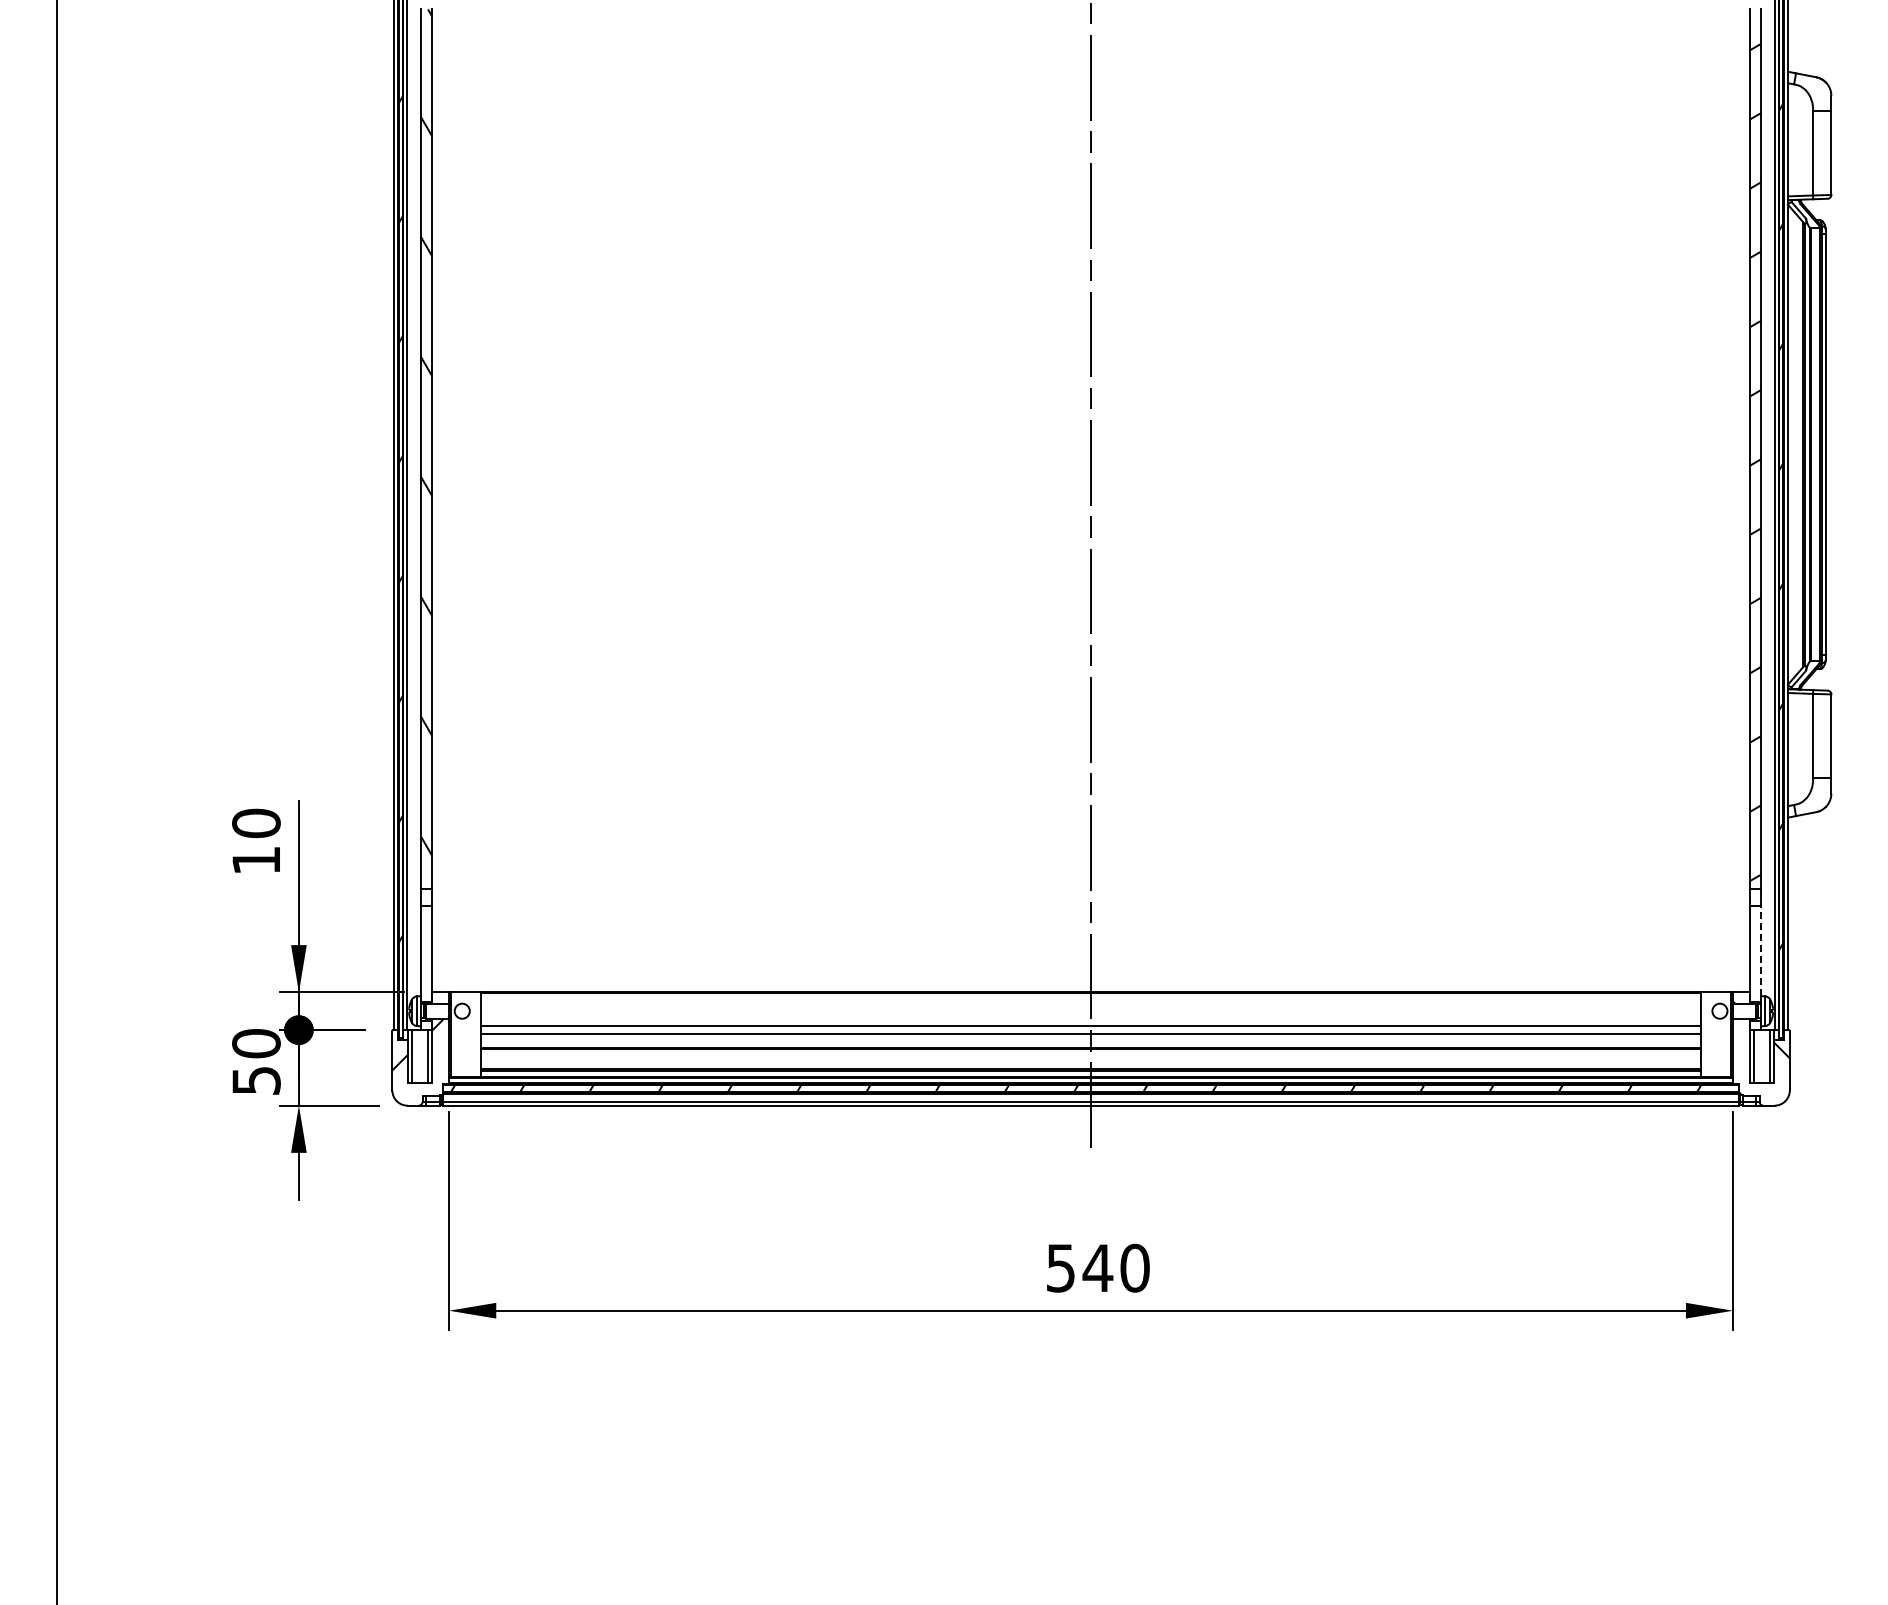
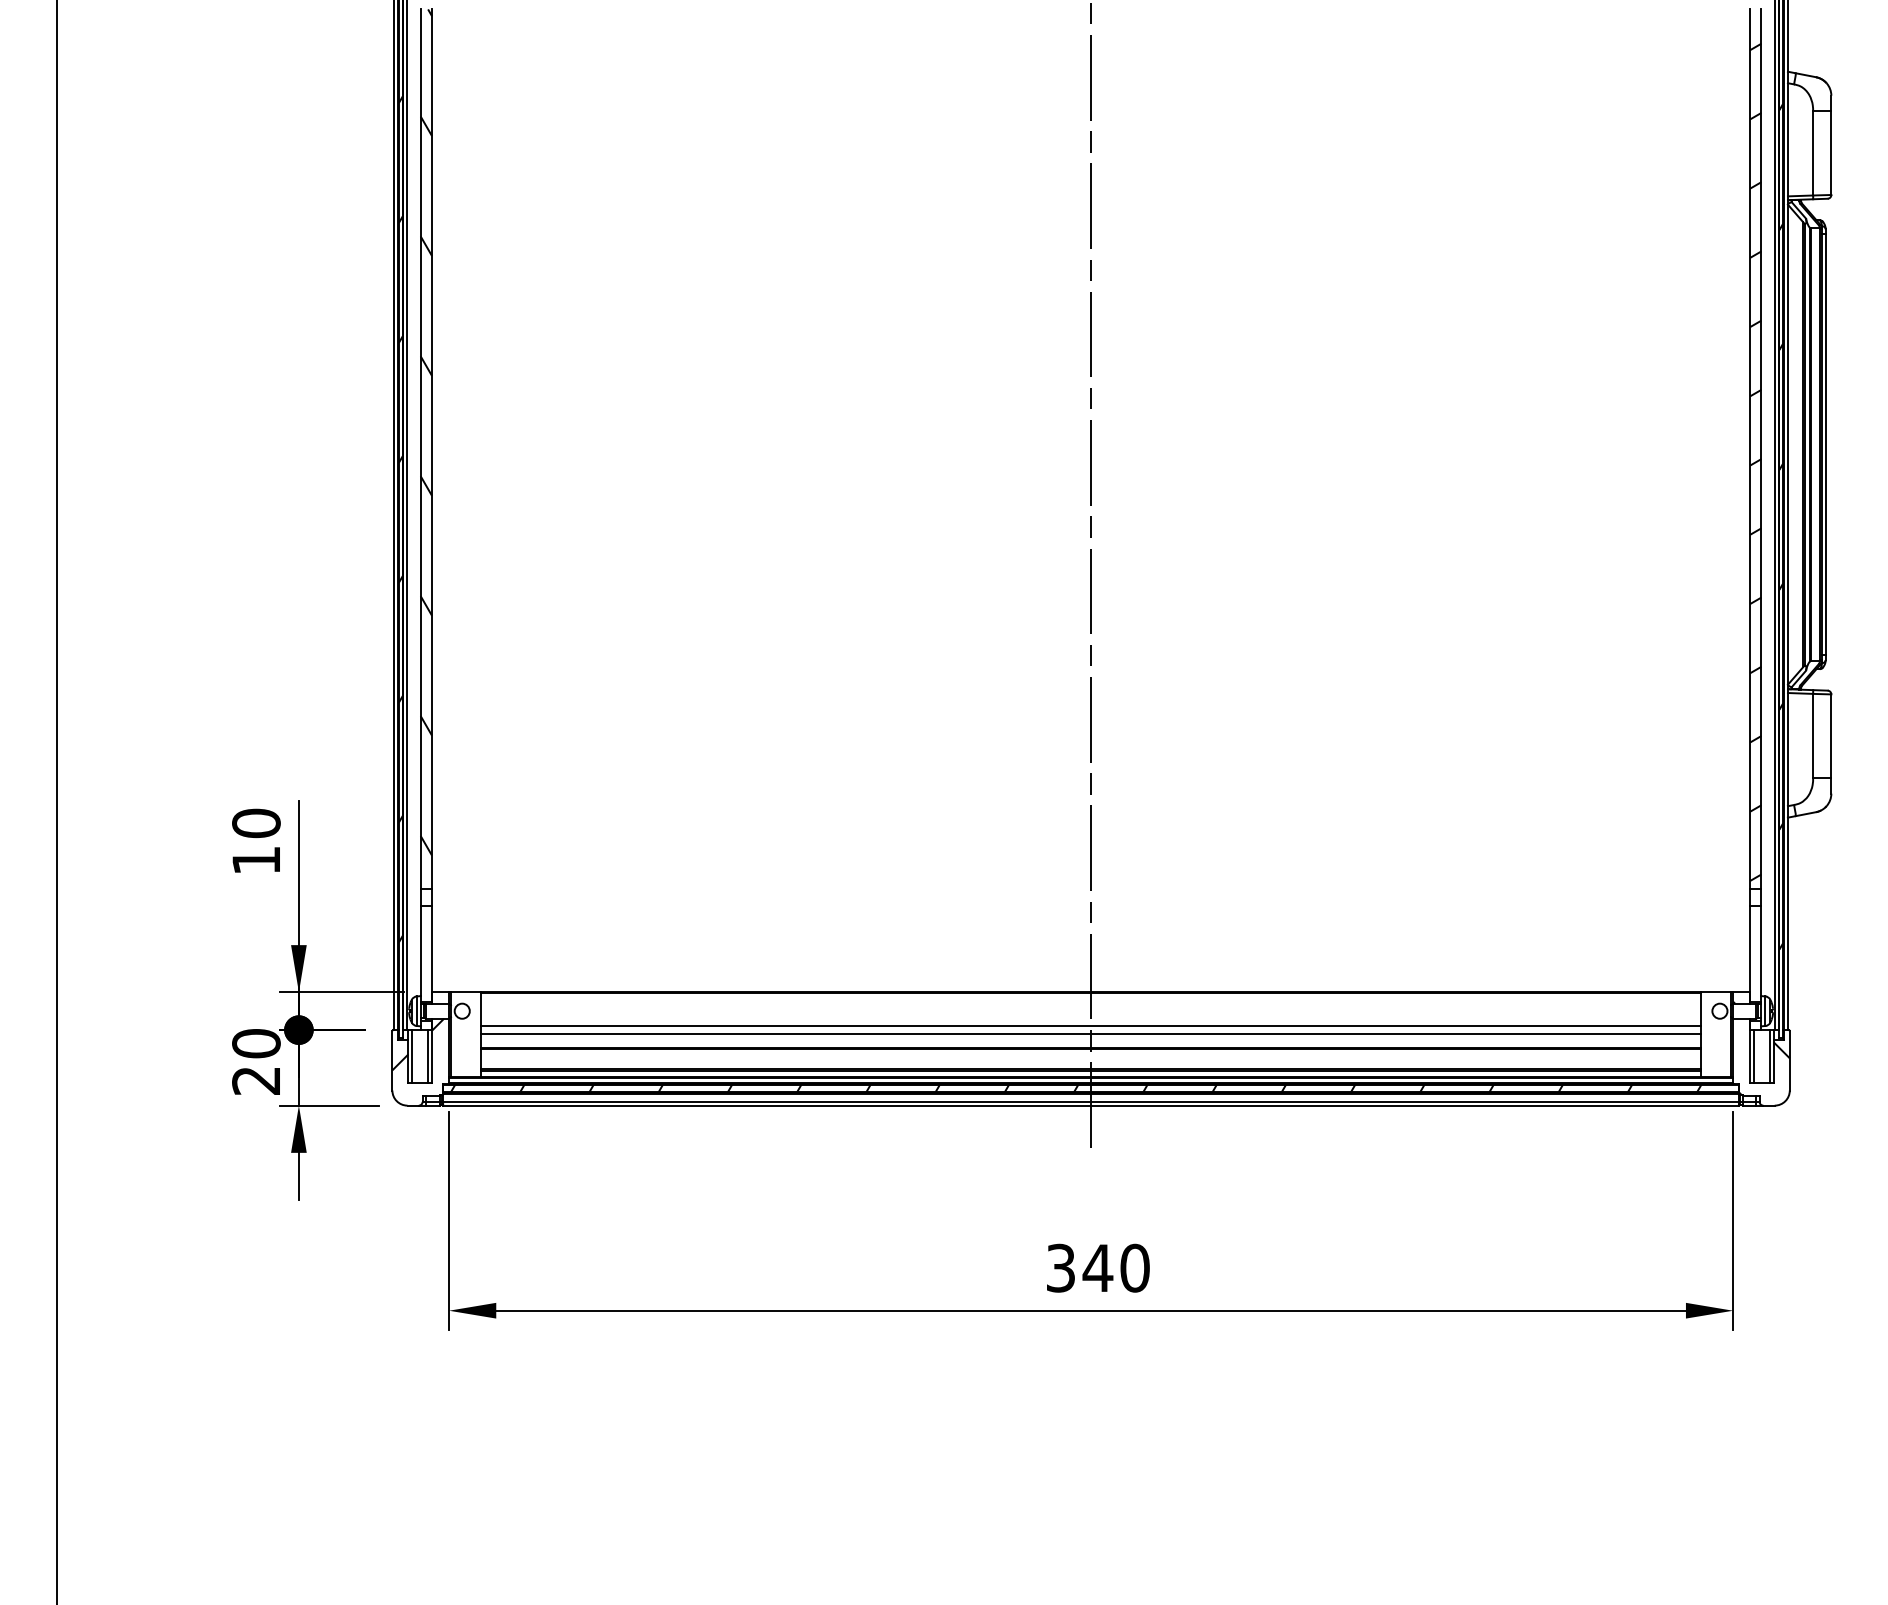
line at (1761, 951): dashed -> solid
text at (256, 1080): 50 -> 20
text at (1060, 1267): 540 -> 340
